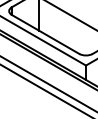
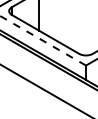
line at (71, 15): present -> none
line at (42, 40): solid -> dashed
line at (48, 83): present -> none
